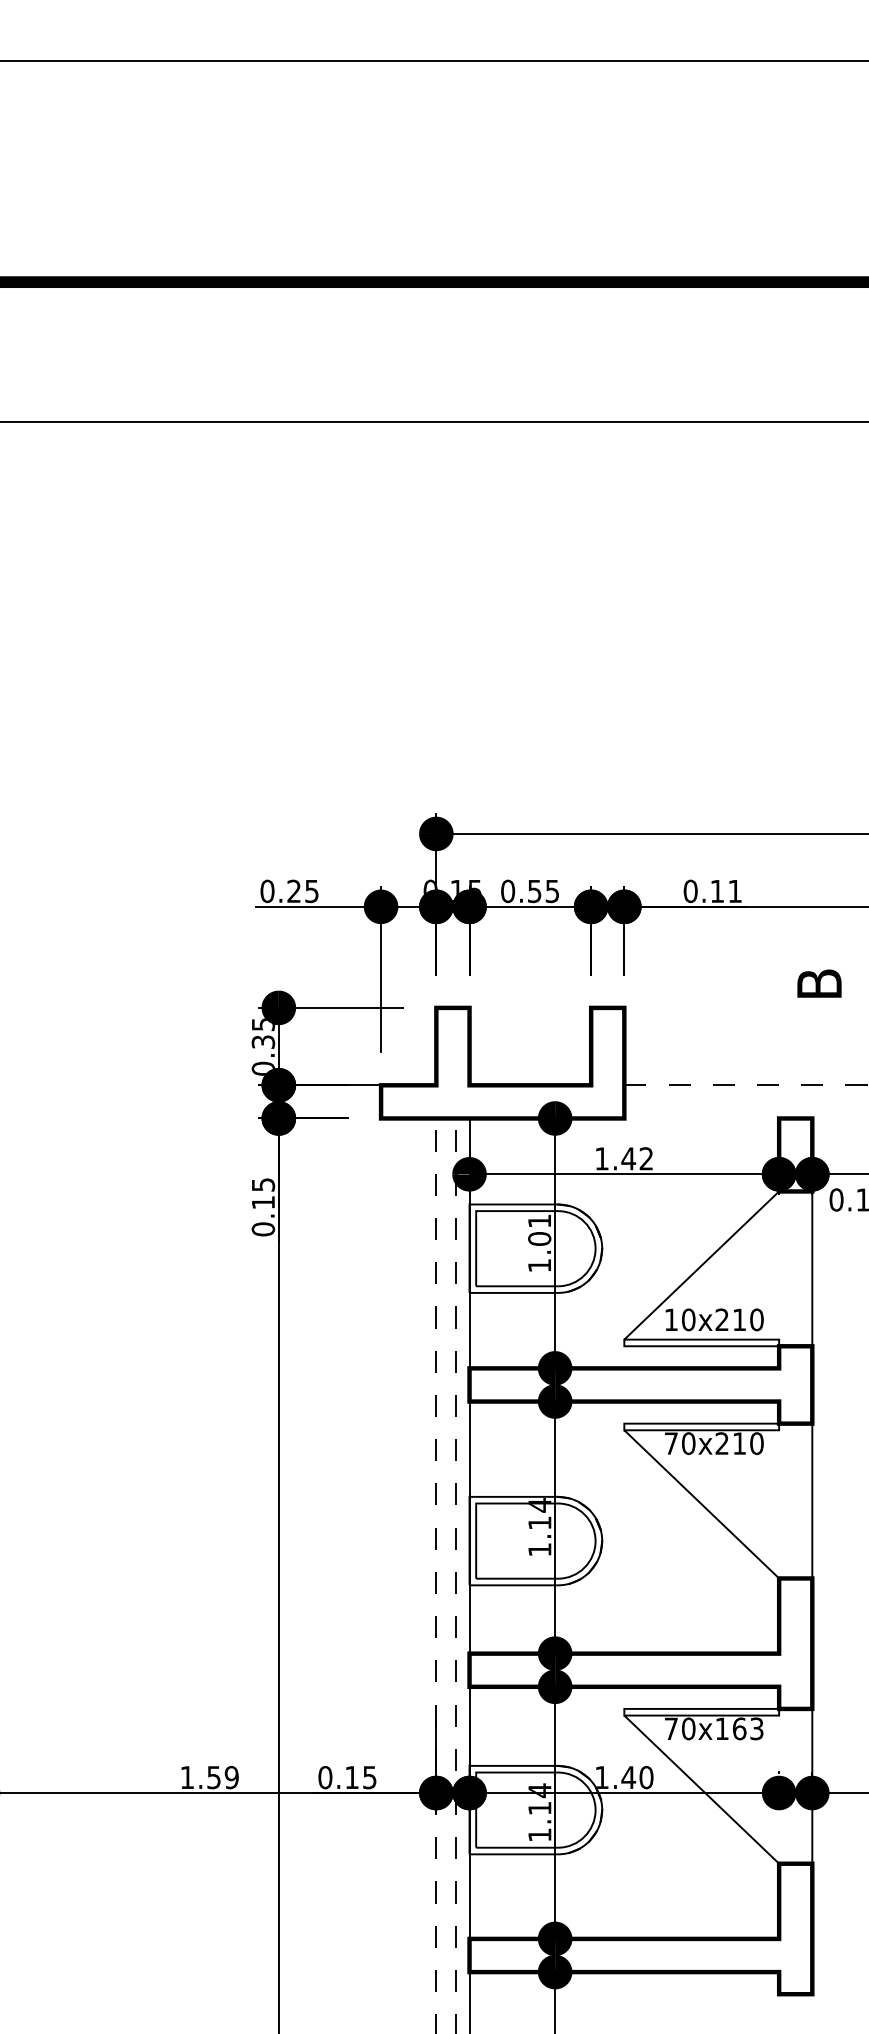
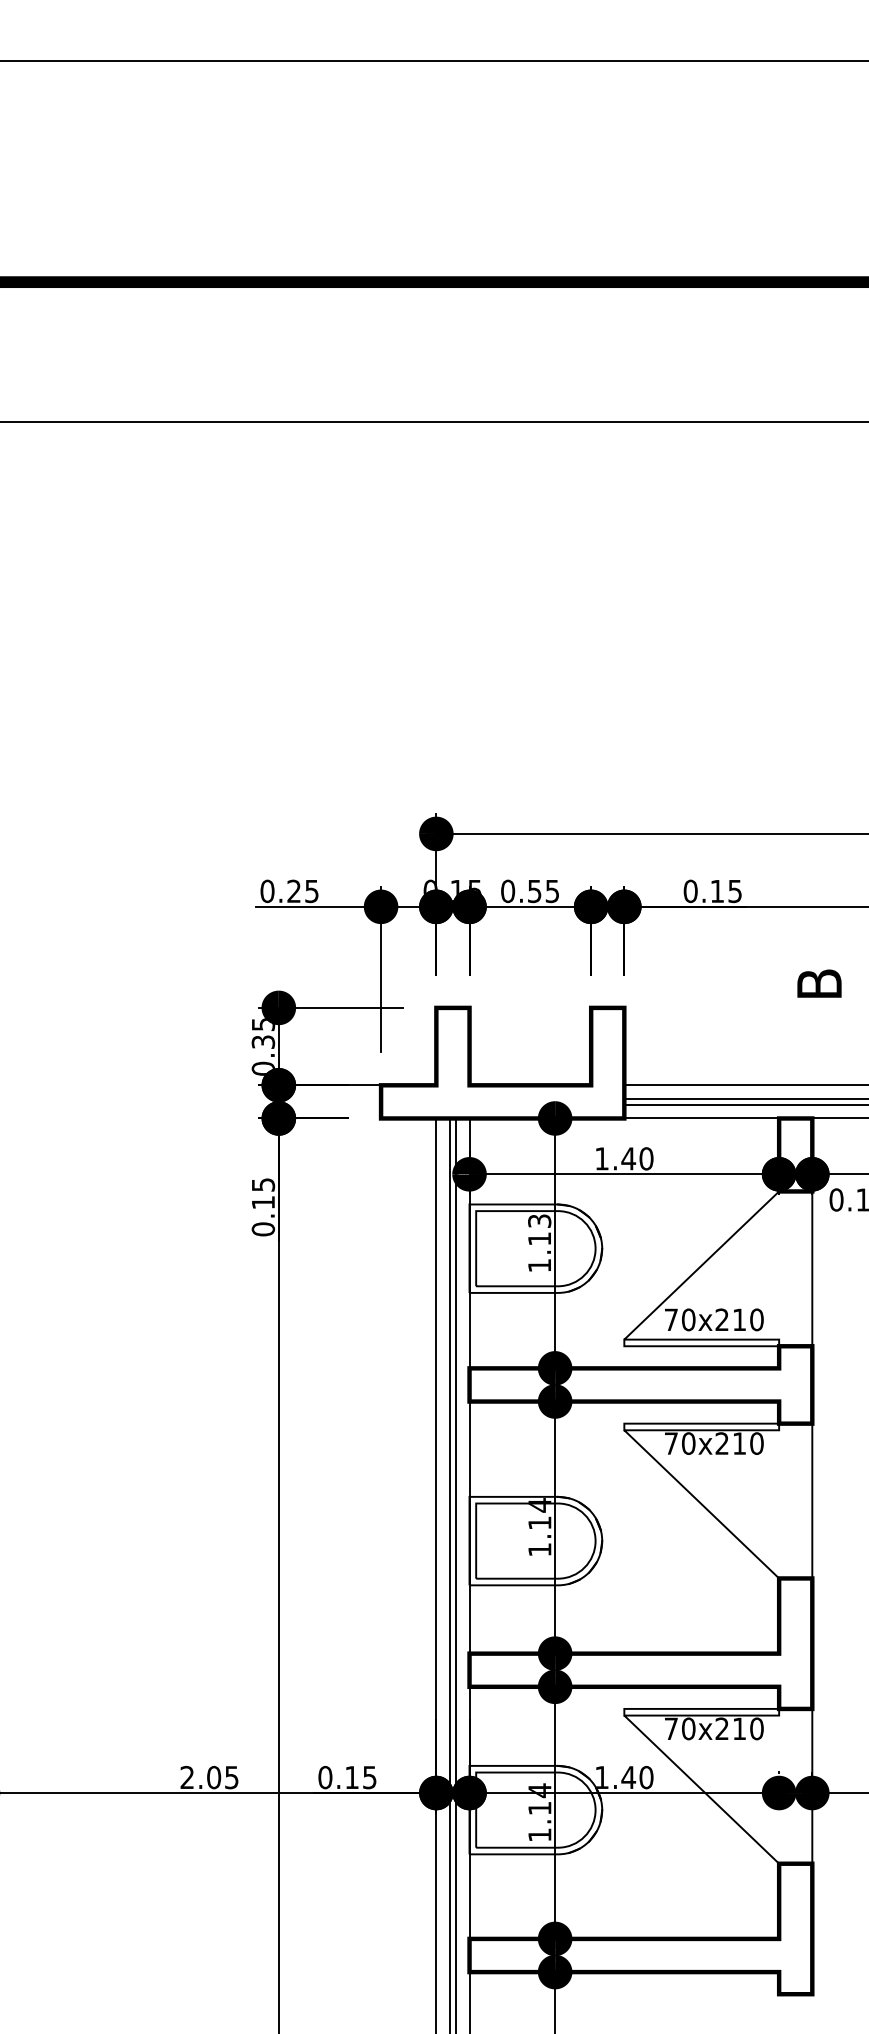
text at (734, 891): 0.11 -> 0.15
line at (746, 1085): dashed -> solid
line at (744, 1098): none -> present
line at (744, 1105): none -> present
line at (744, 1118): none -> present
text at (646, 1158): 1.42 -> 1.40
text at (539, 1229): 1.01 -> 1.13
text at (671, 1319): 10x210 -> 70x210
line at (449, 1574): none -> present
line at (436, 1575): dashed -> solid
line at (456, 1575): dashed -> solid
text at (739, 1728): 70x163 -> 70x210
text at (209, 1777): 1.59 -> 2.05
